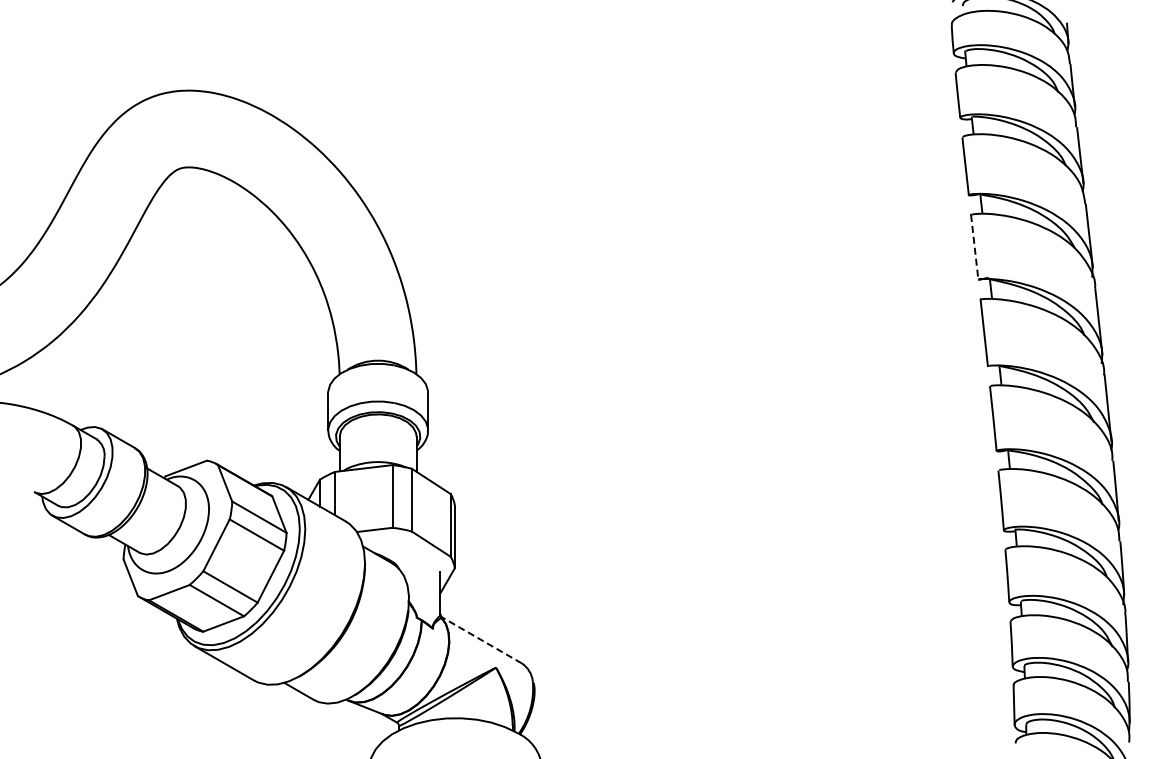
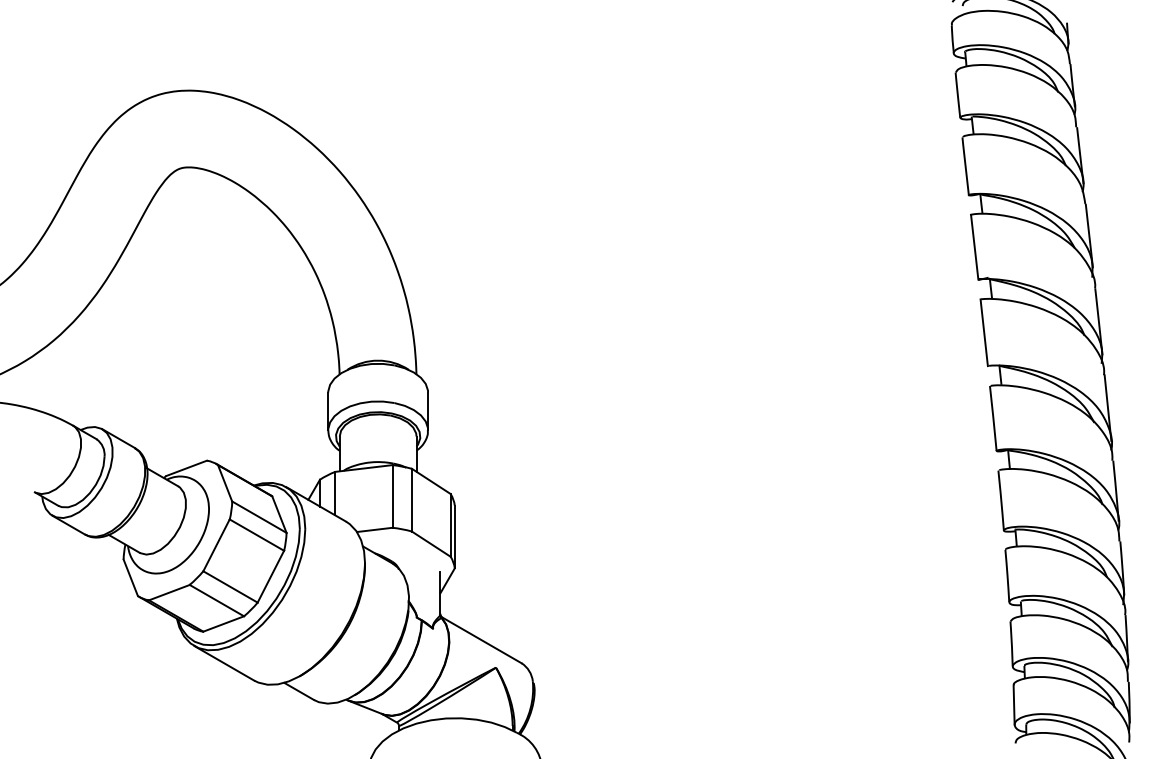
line at (974, 247): dashed -> solid
line at (481, 640): dashed -> solid
